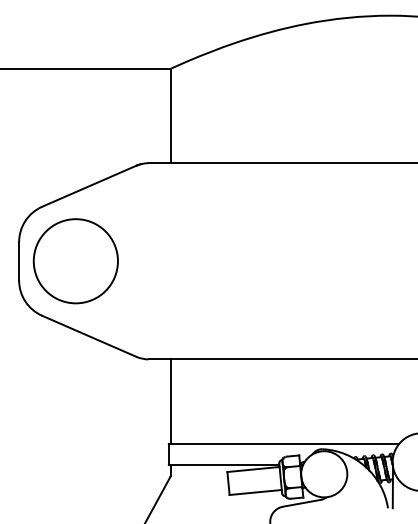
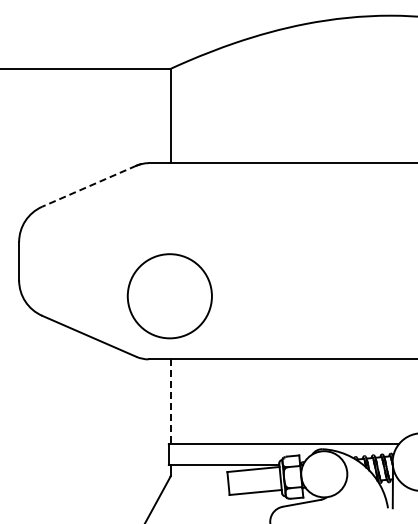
line at (88, 186): solid -> dashed
circle at (75, 261) position: (75, 261) -> (169, 296)
line at (170, 402): solid -> dashed
